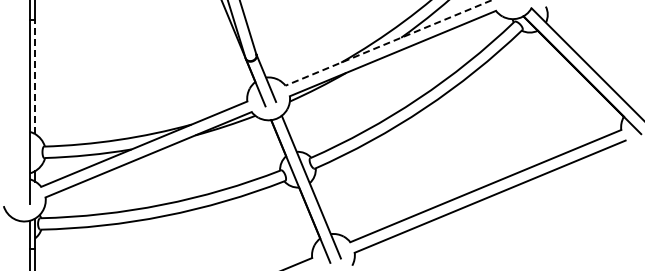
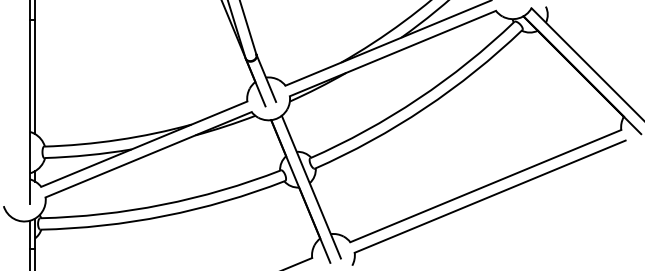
line at (388, 43): dashed -> solid
line at (35, 77): dashed -> solid
